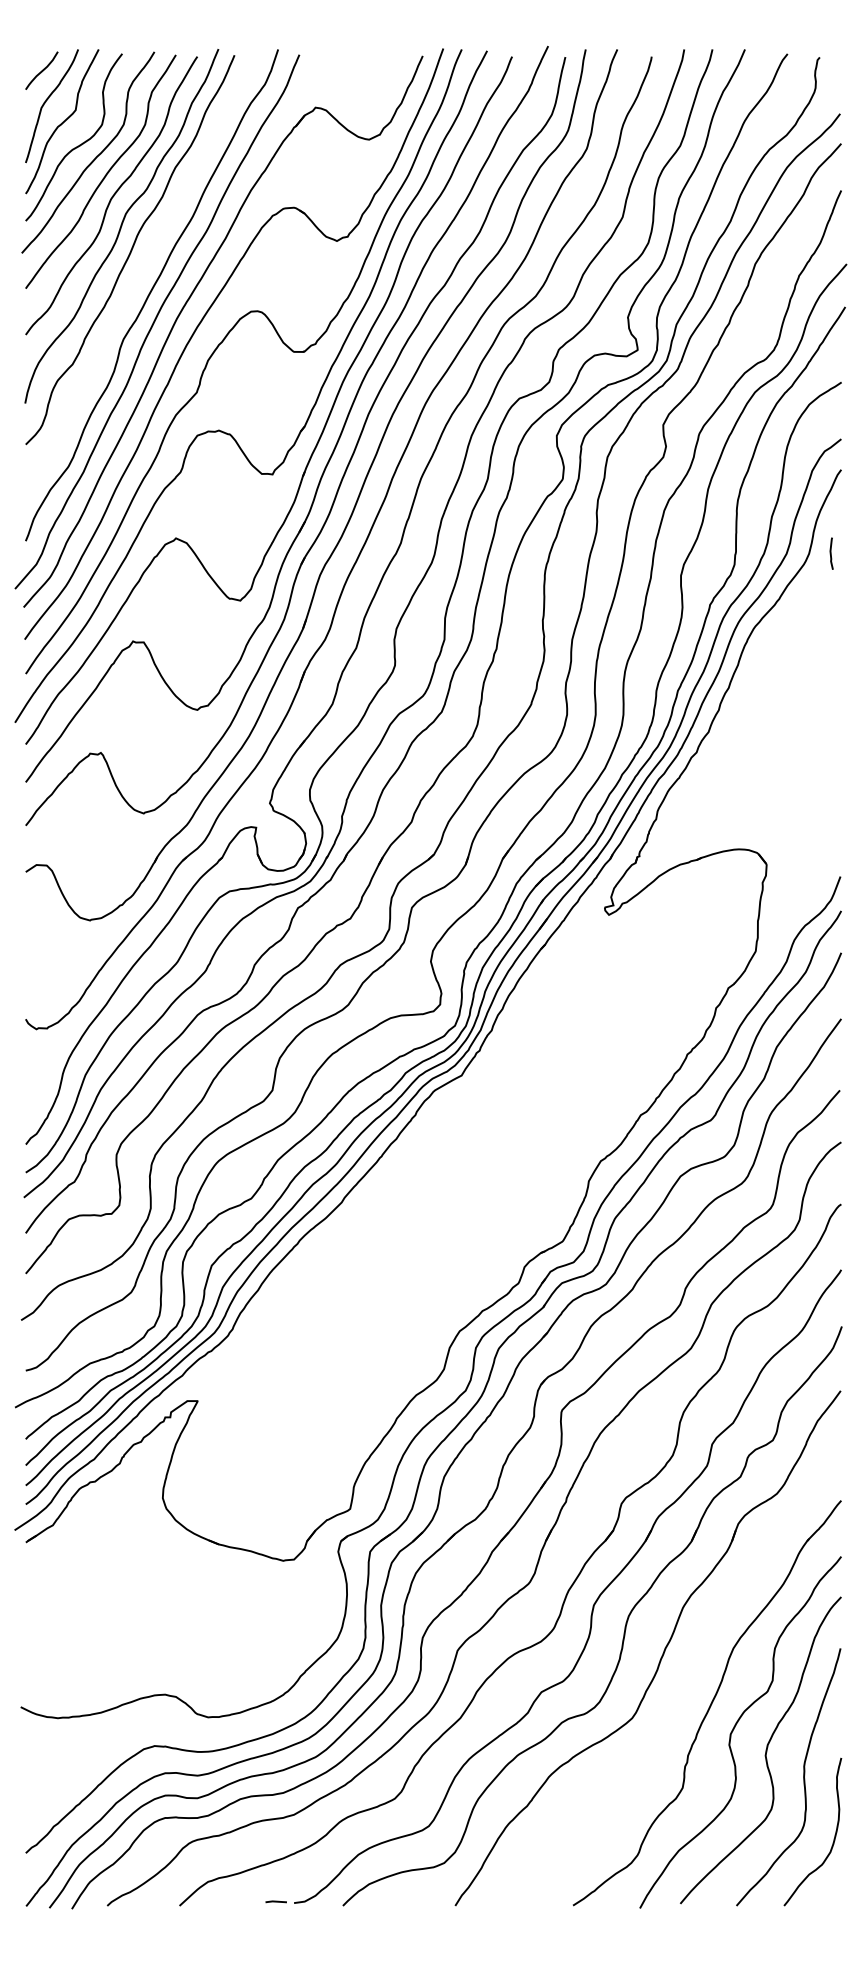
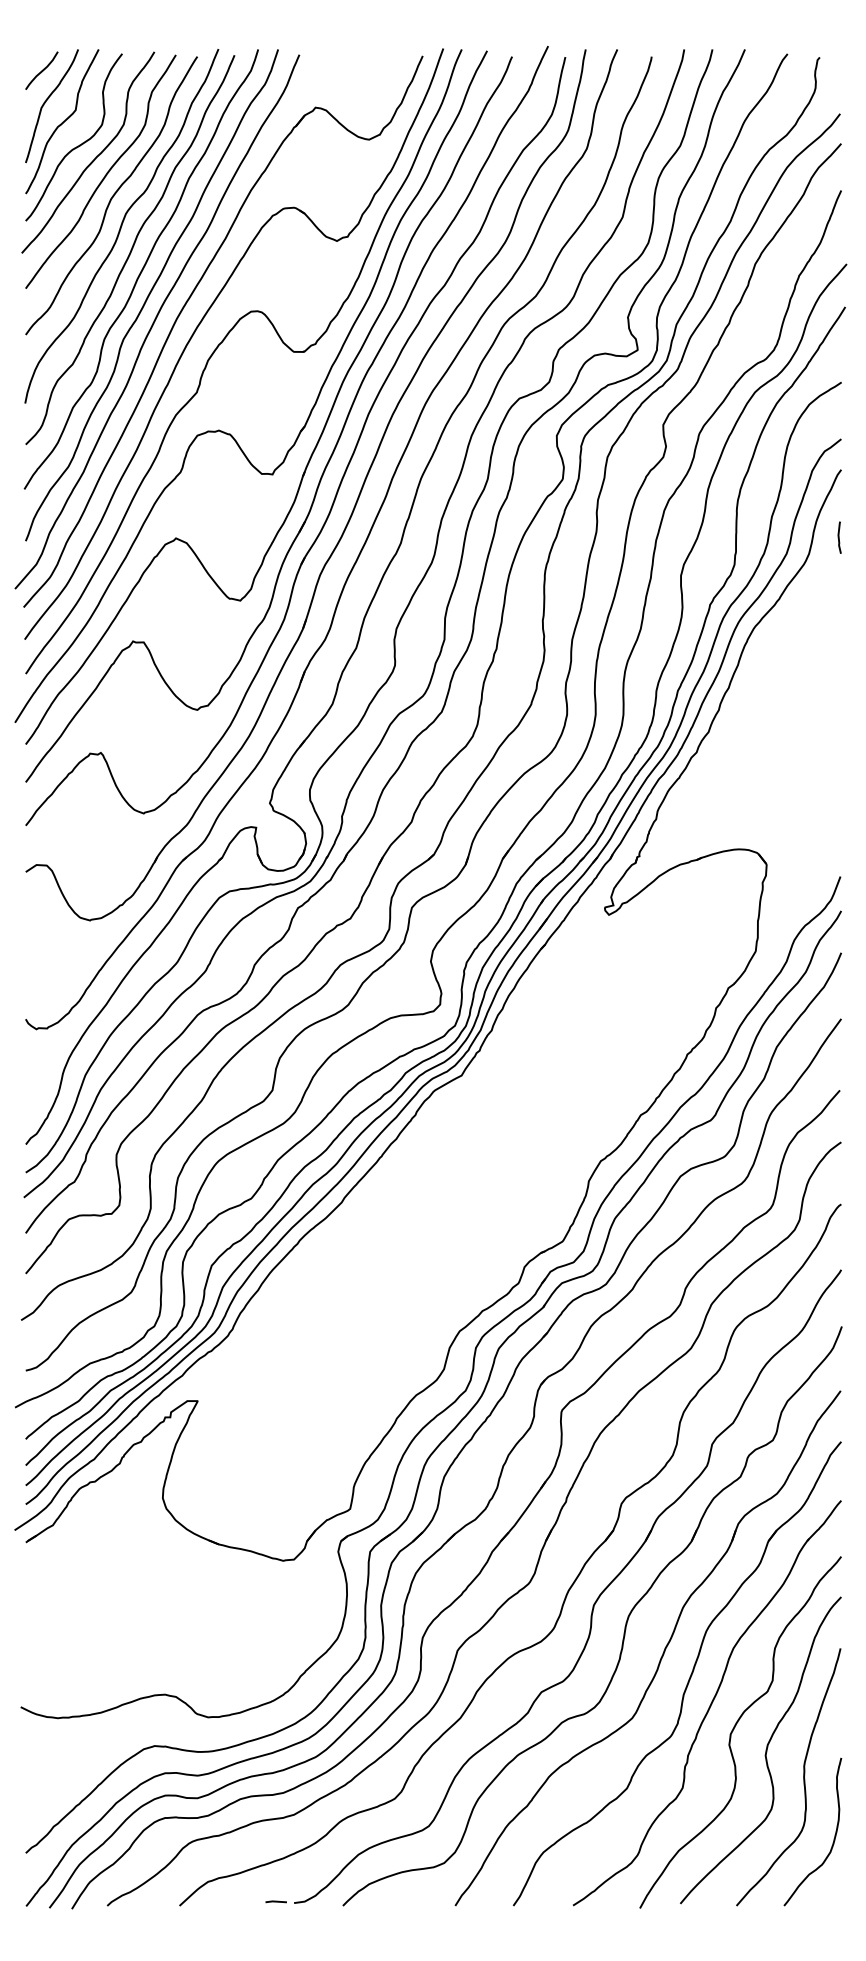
curve at (141, 269): none -> present
curve at (831, 553) position: (831, 553) -> (839, 537)
part at (689, 1676): none -> present
